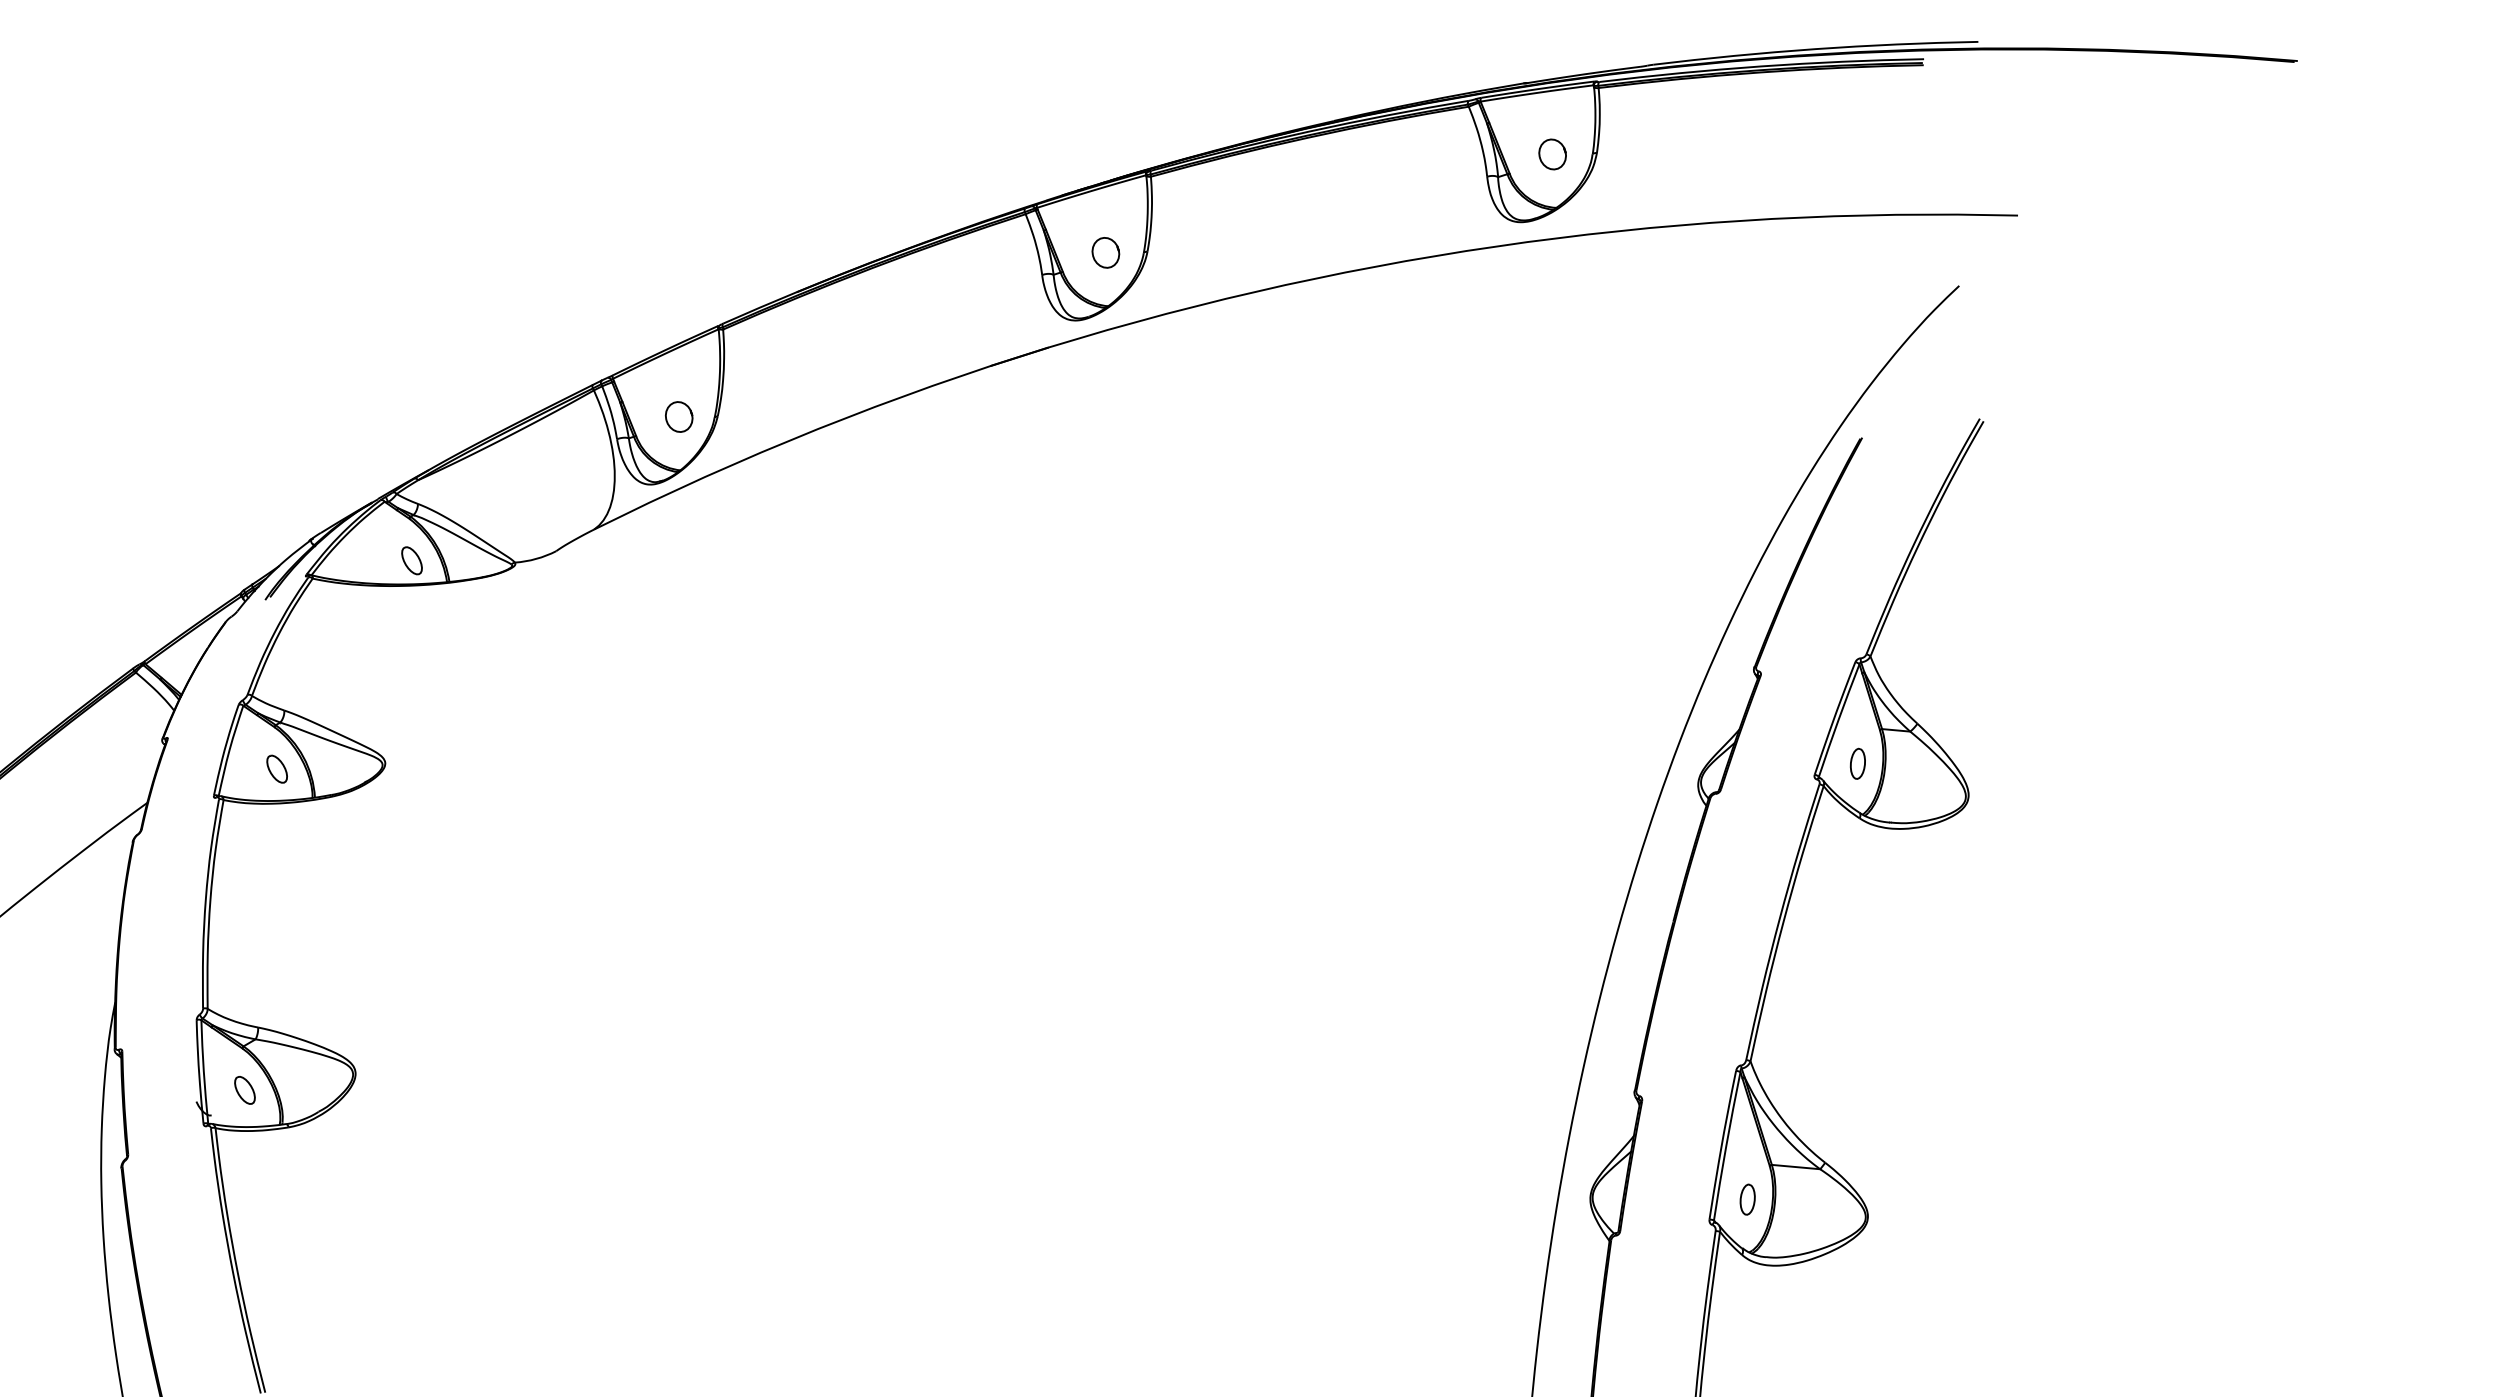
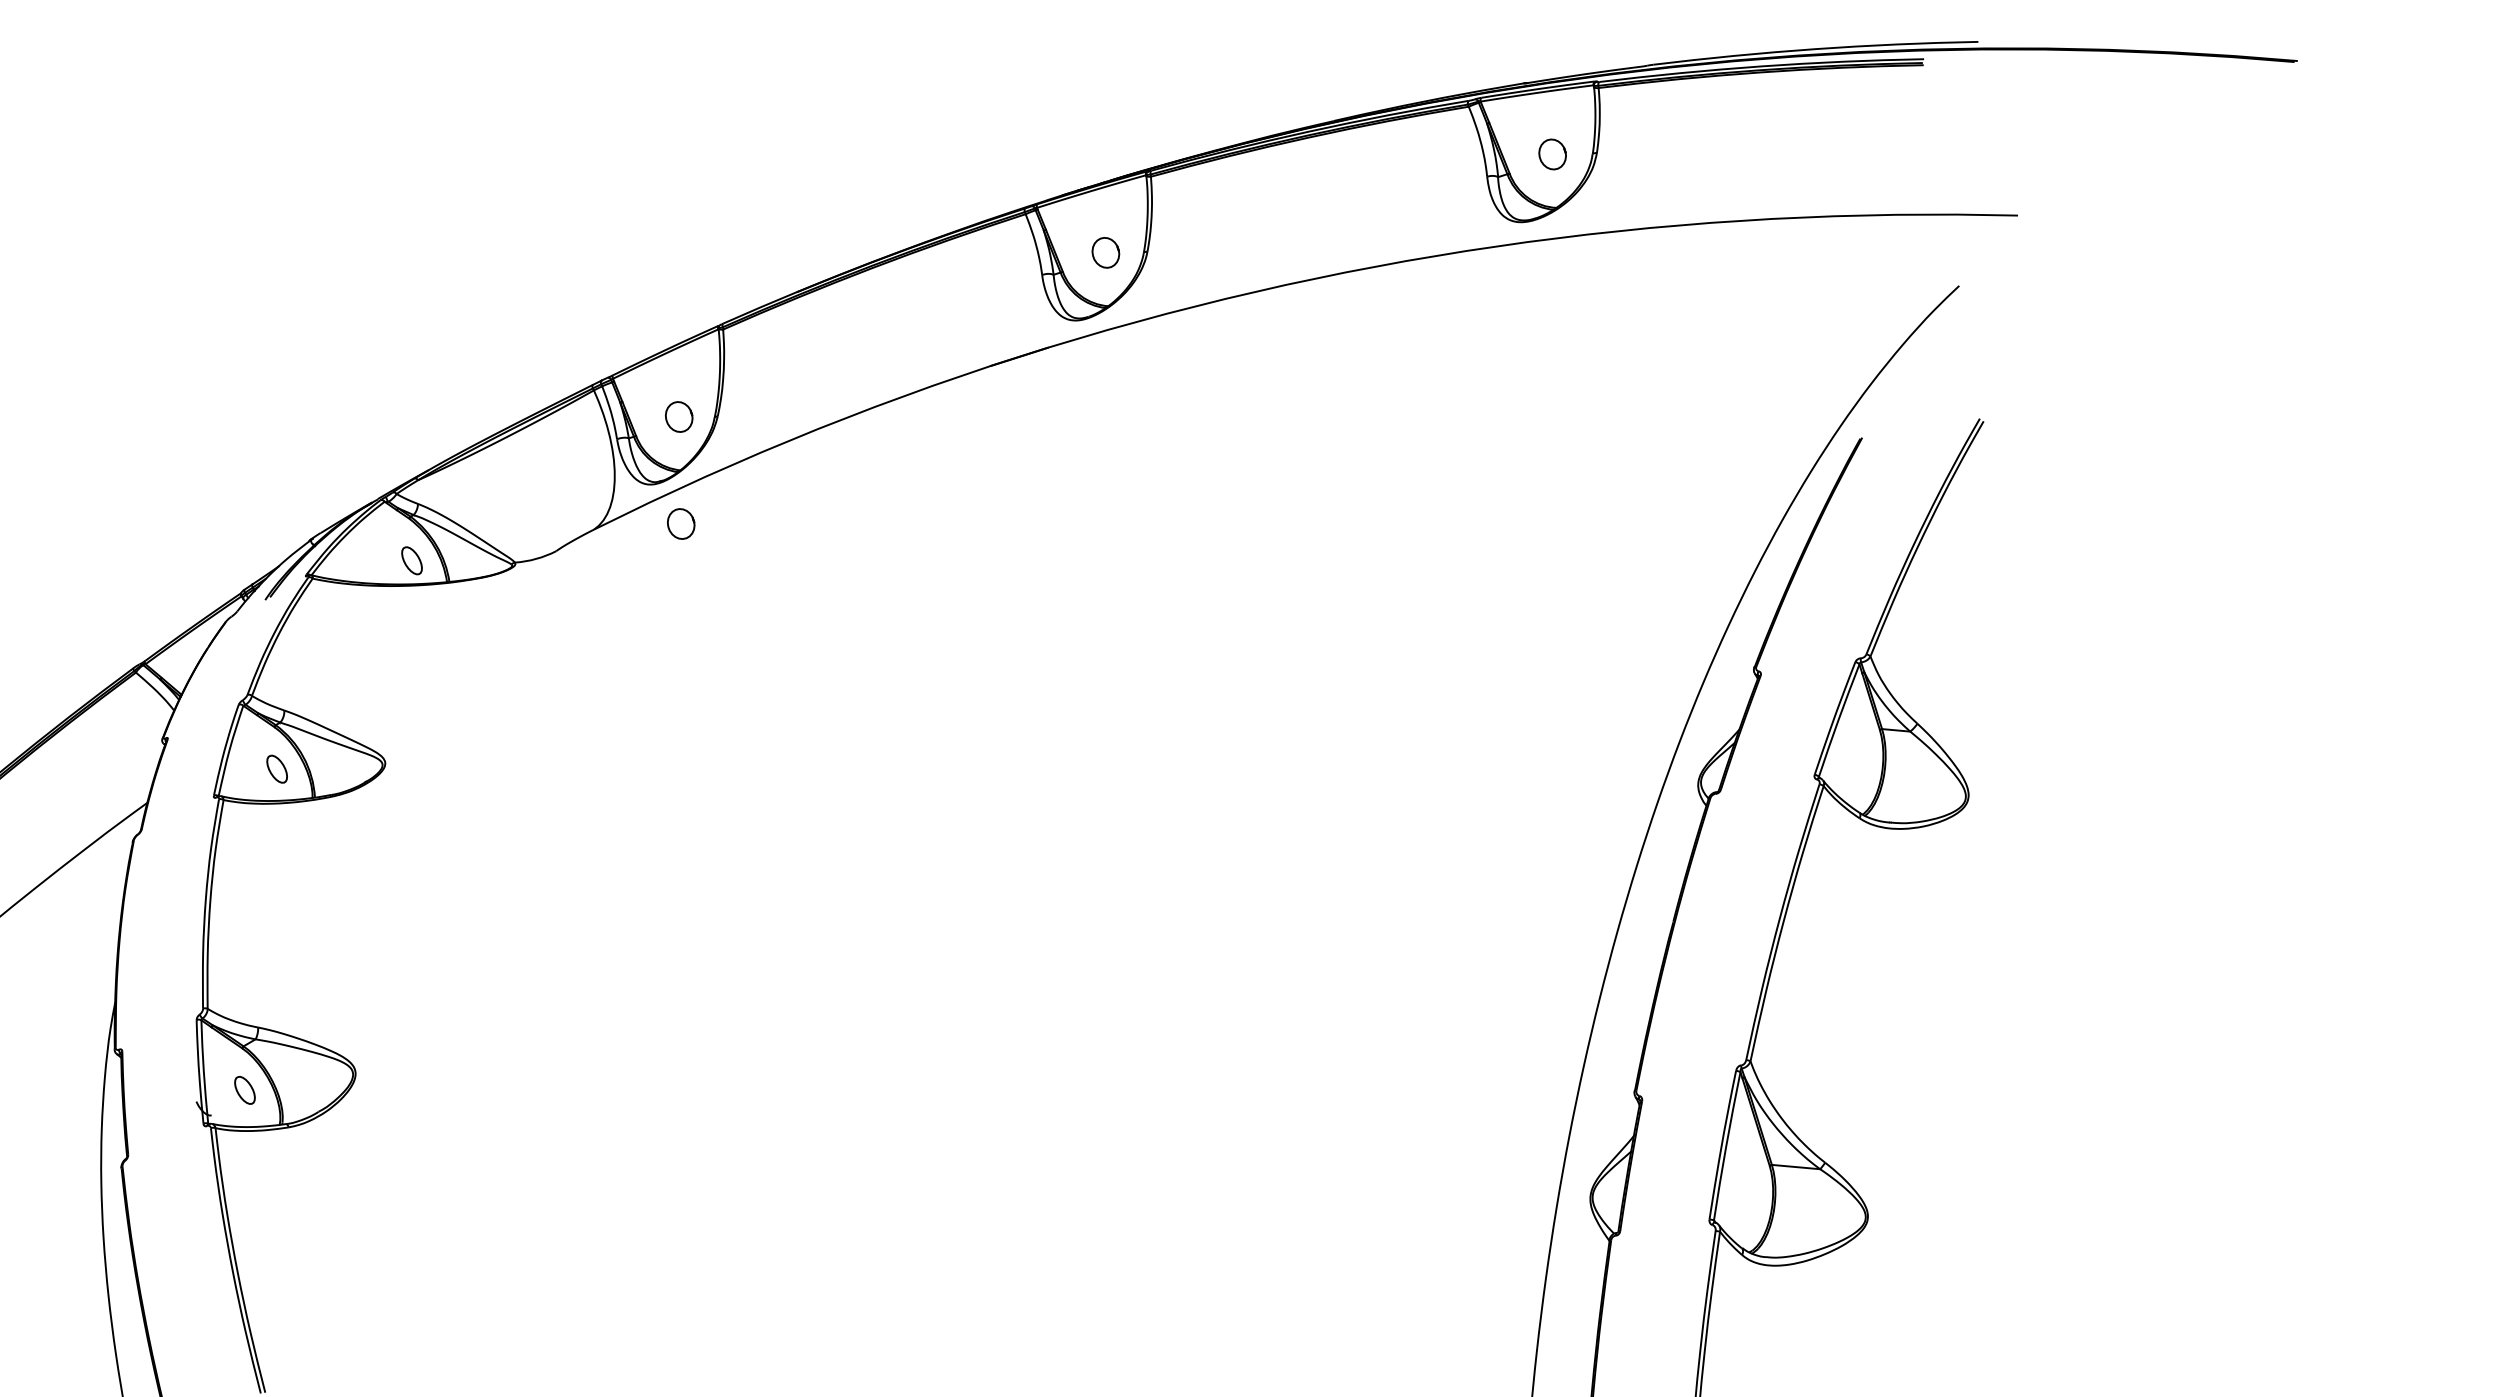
part at (680, 523): none -> present
part at (1857, 763): present -> none
part at (1747, 1199): present -> none
